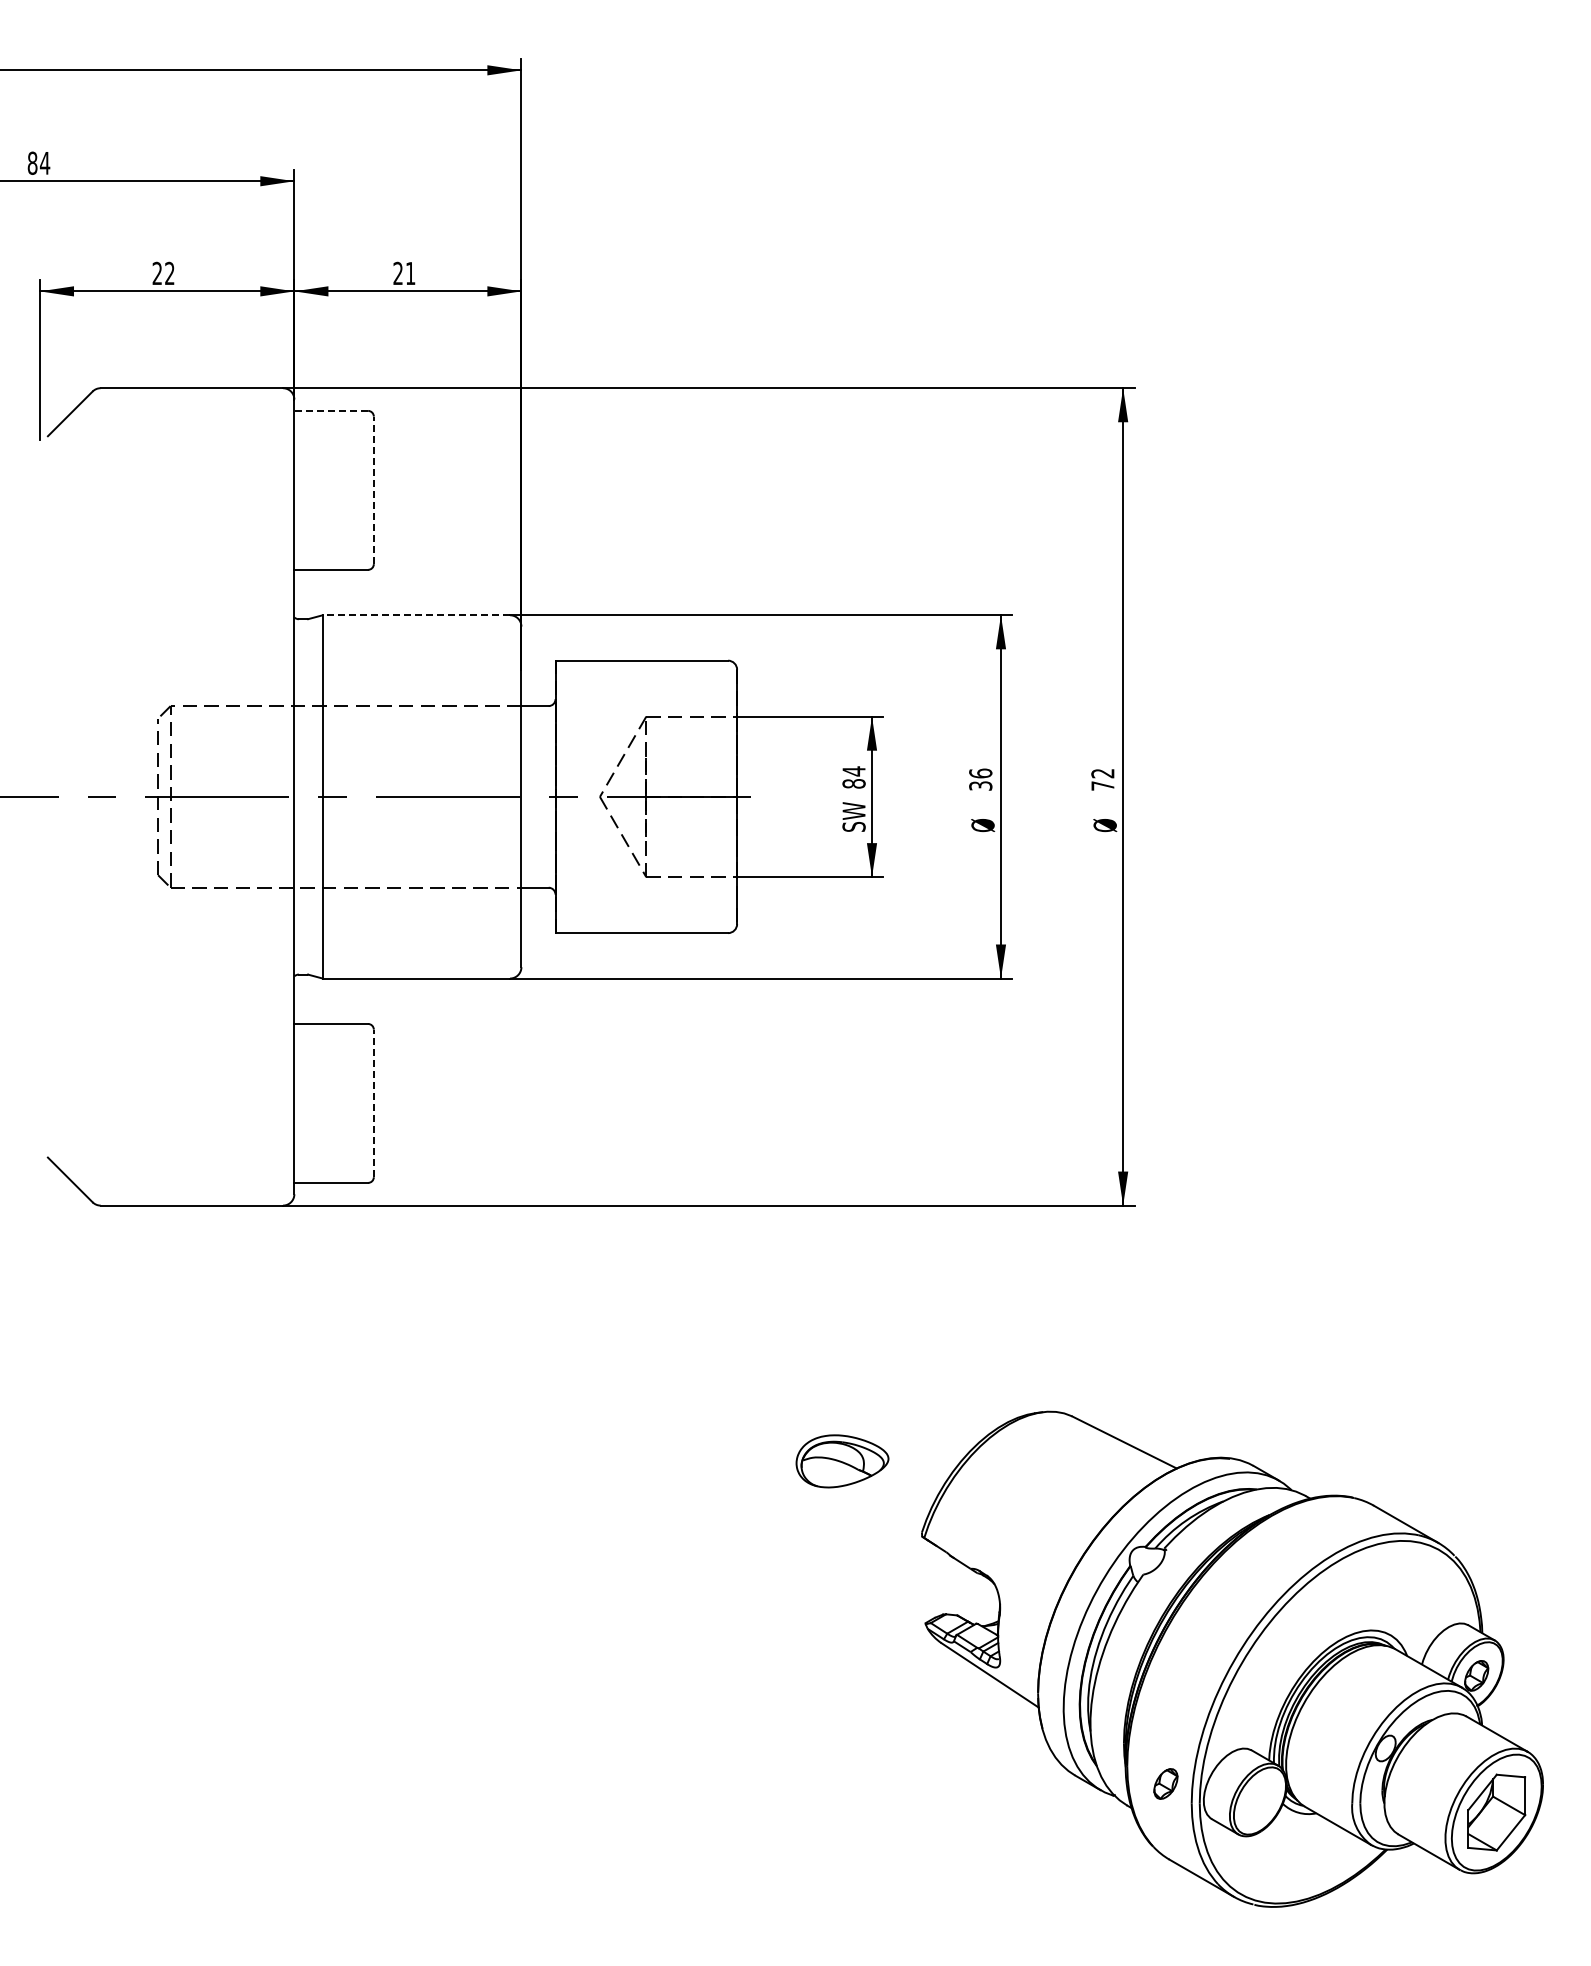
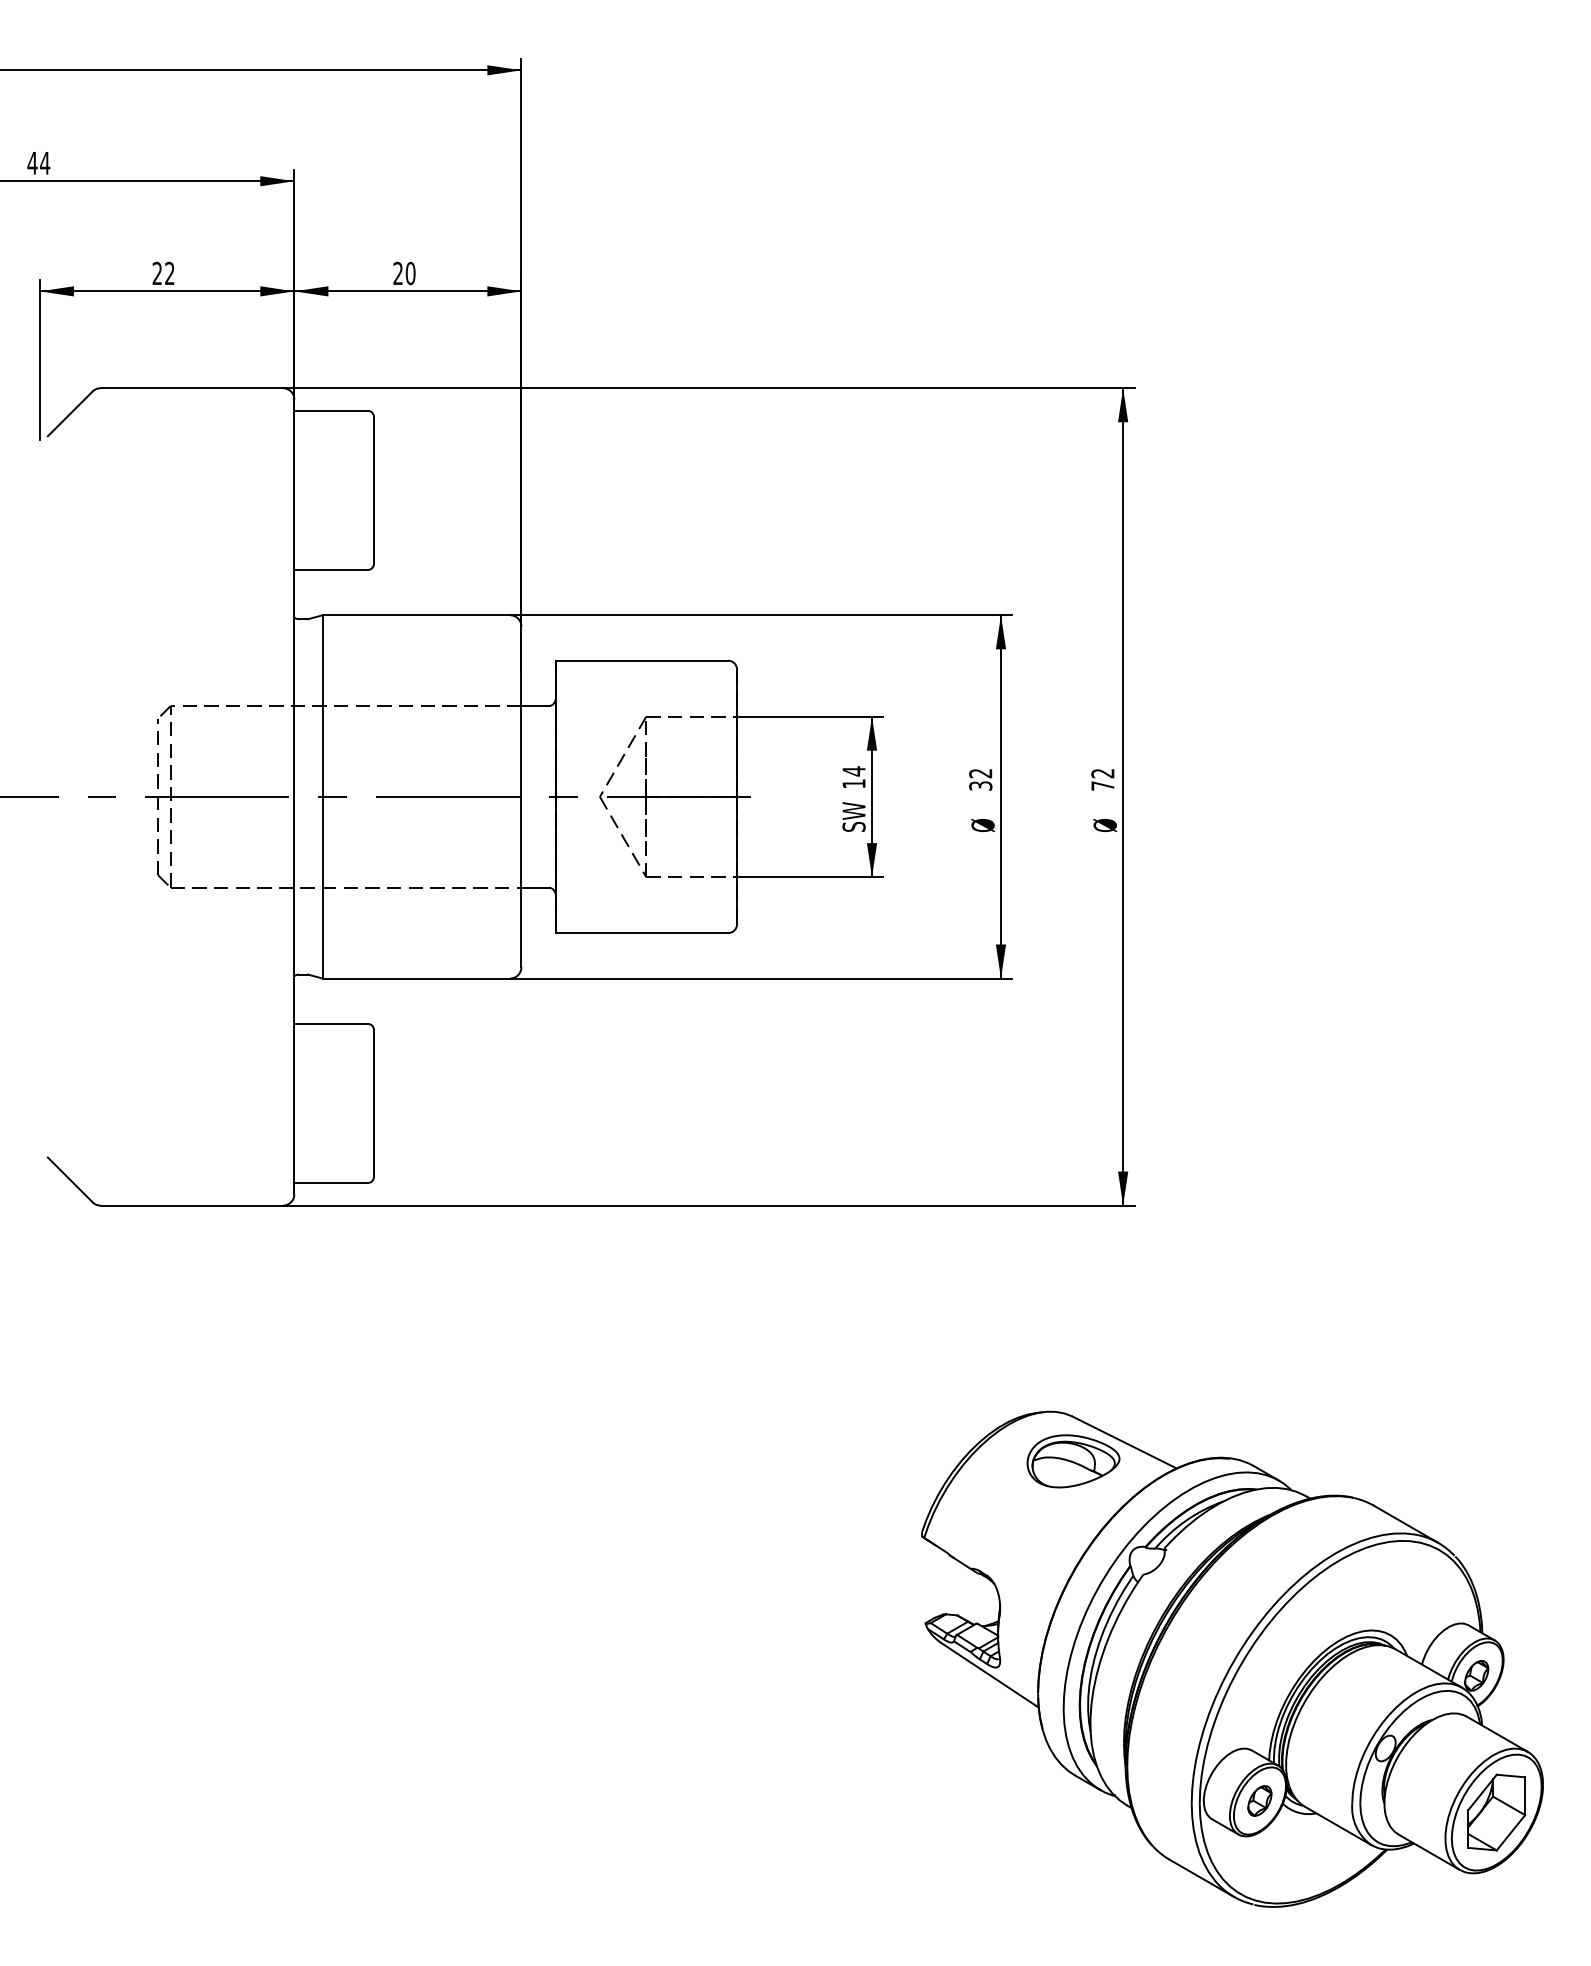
text at (32, 162): 84 -> 44
text at (410, 273): 21 -> 20
line at (331, 410): dashed -> solid
line at (373, 490): dashed -> solid
line at (416, 615): dashed -> solid
text at (980, 773): 36 -> 32
text at (853, 783): 84 -> 14
line at (373, 1103): dashed -> solid
part at (842, 1461) position: (842, 1461) -> (1073, 1461)
part at (1165, 1783) position: (1165, 1783) -> (1259, 1800)
